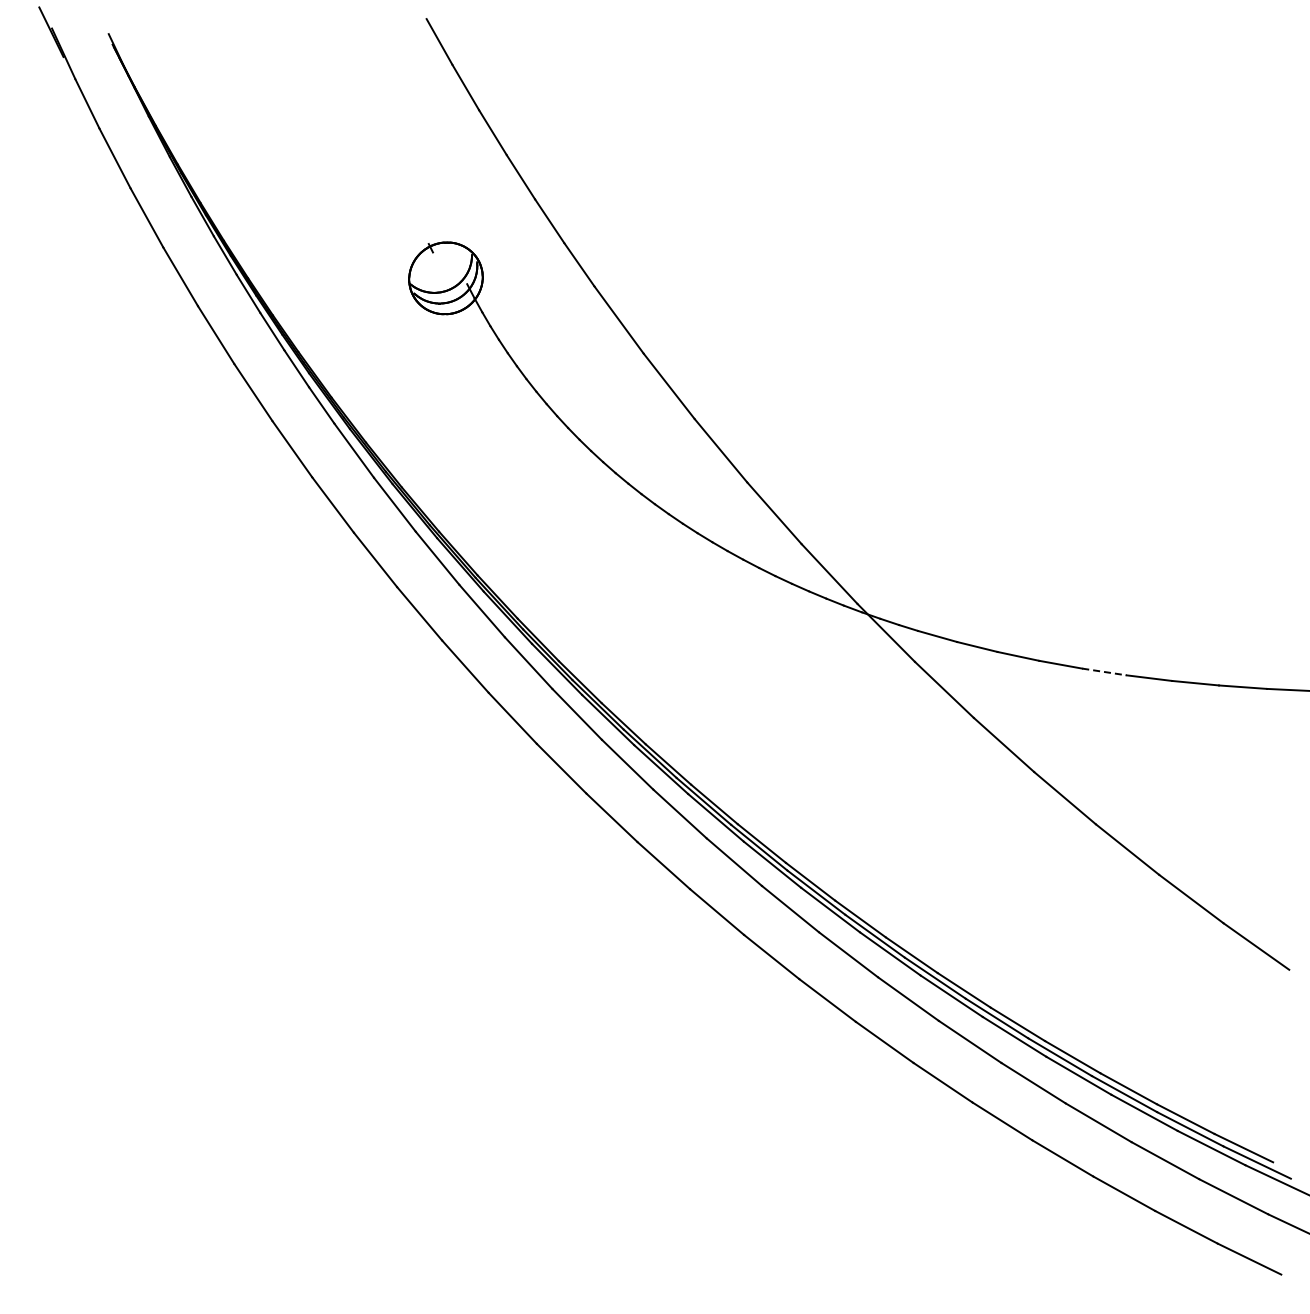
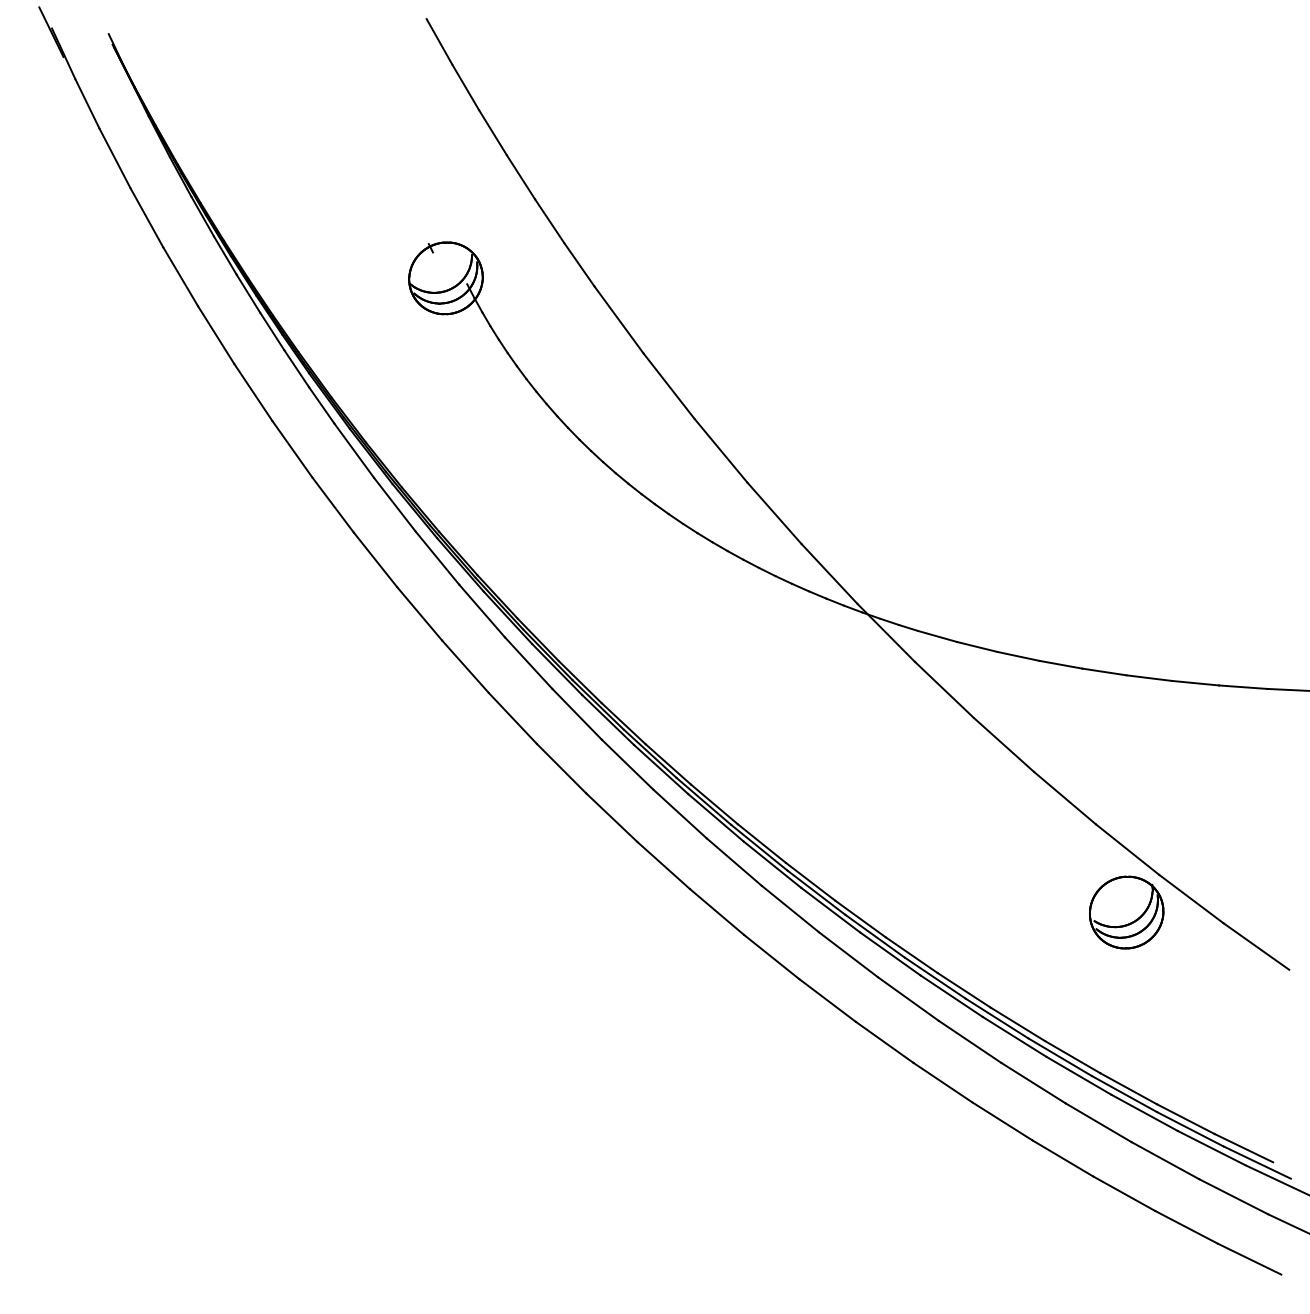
line at (1104, 672): dashed -> solid
part at (1126, 912): none -> present
